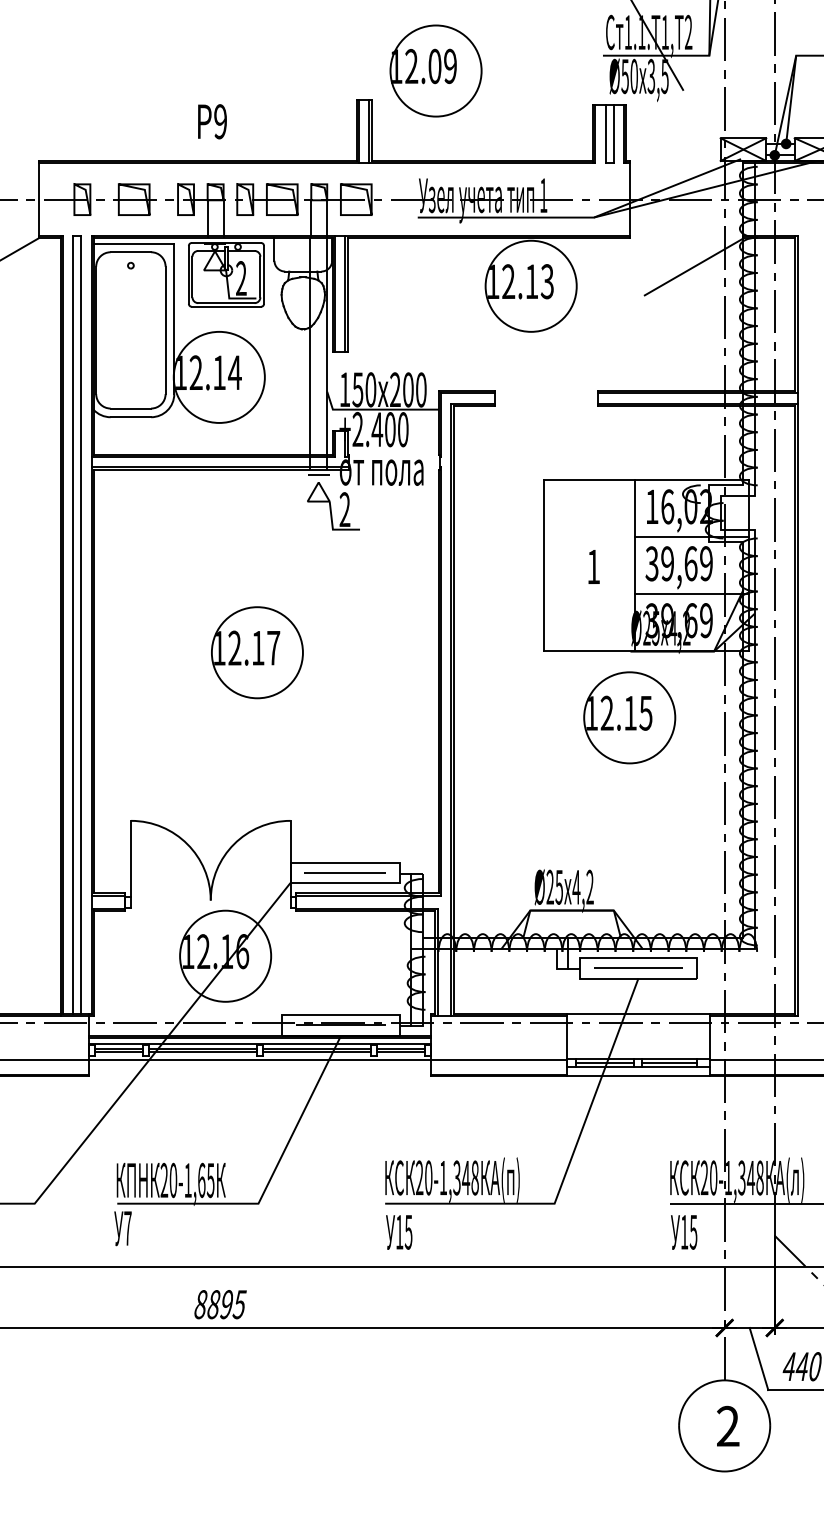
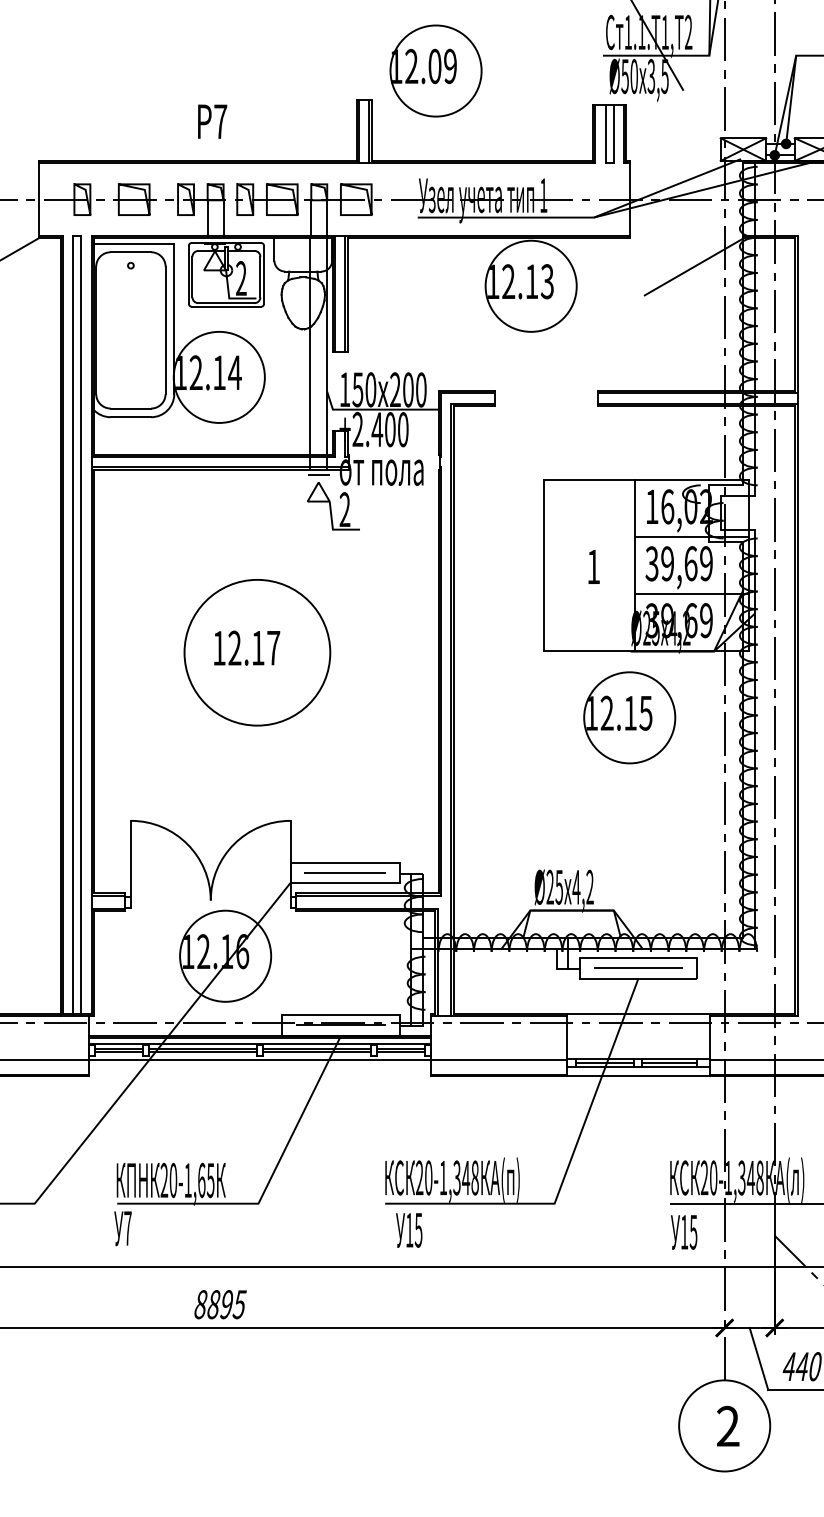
text at (220, 121): 9 -> 7
circle at (256, 652) diameter: 91 px -> 146 px
text at (399, 1232) position: (399, 1232) -> (409, 1230)
